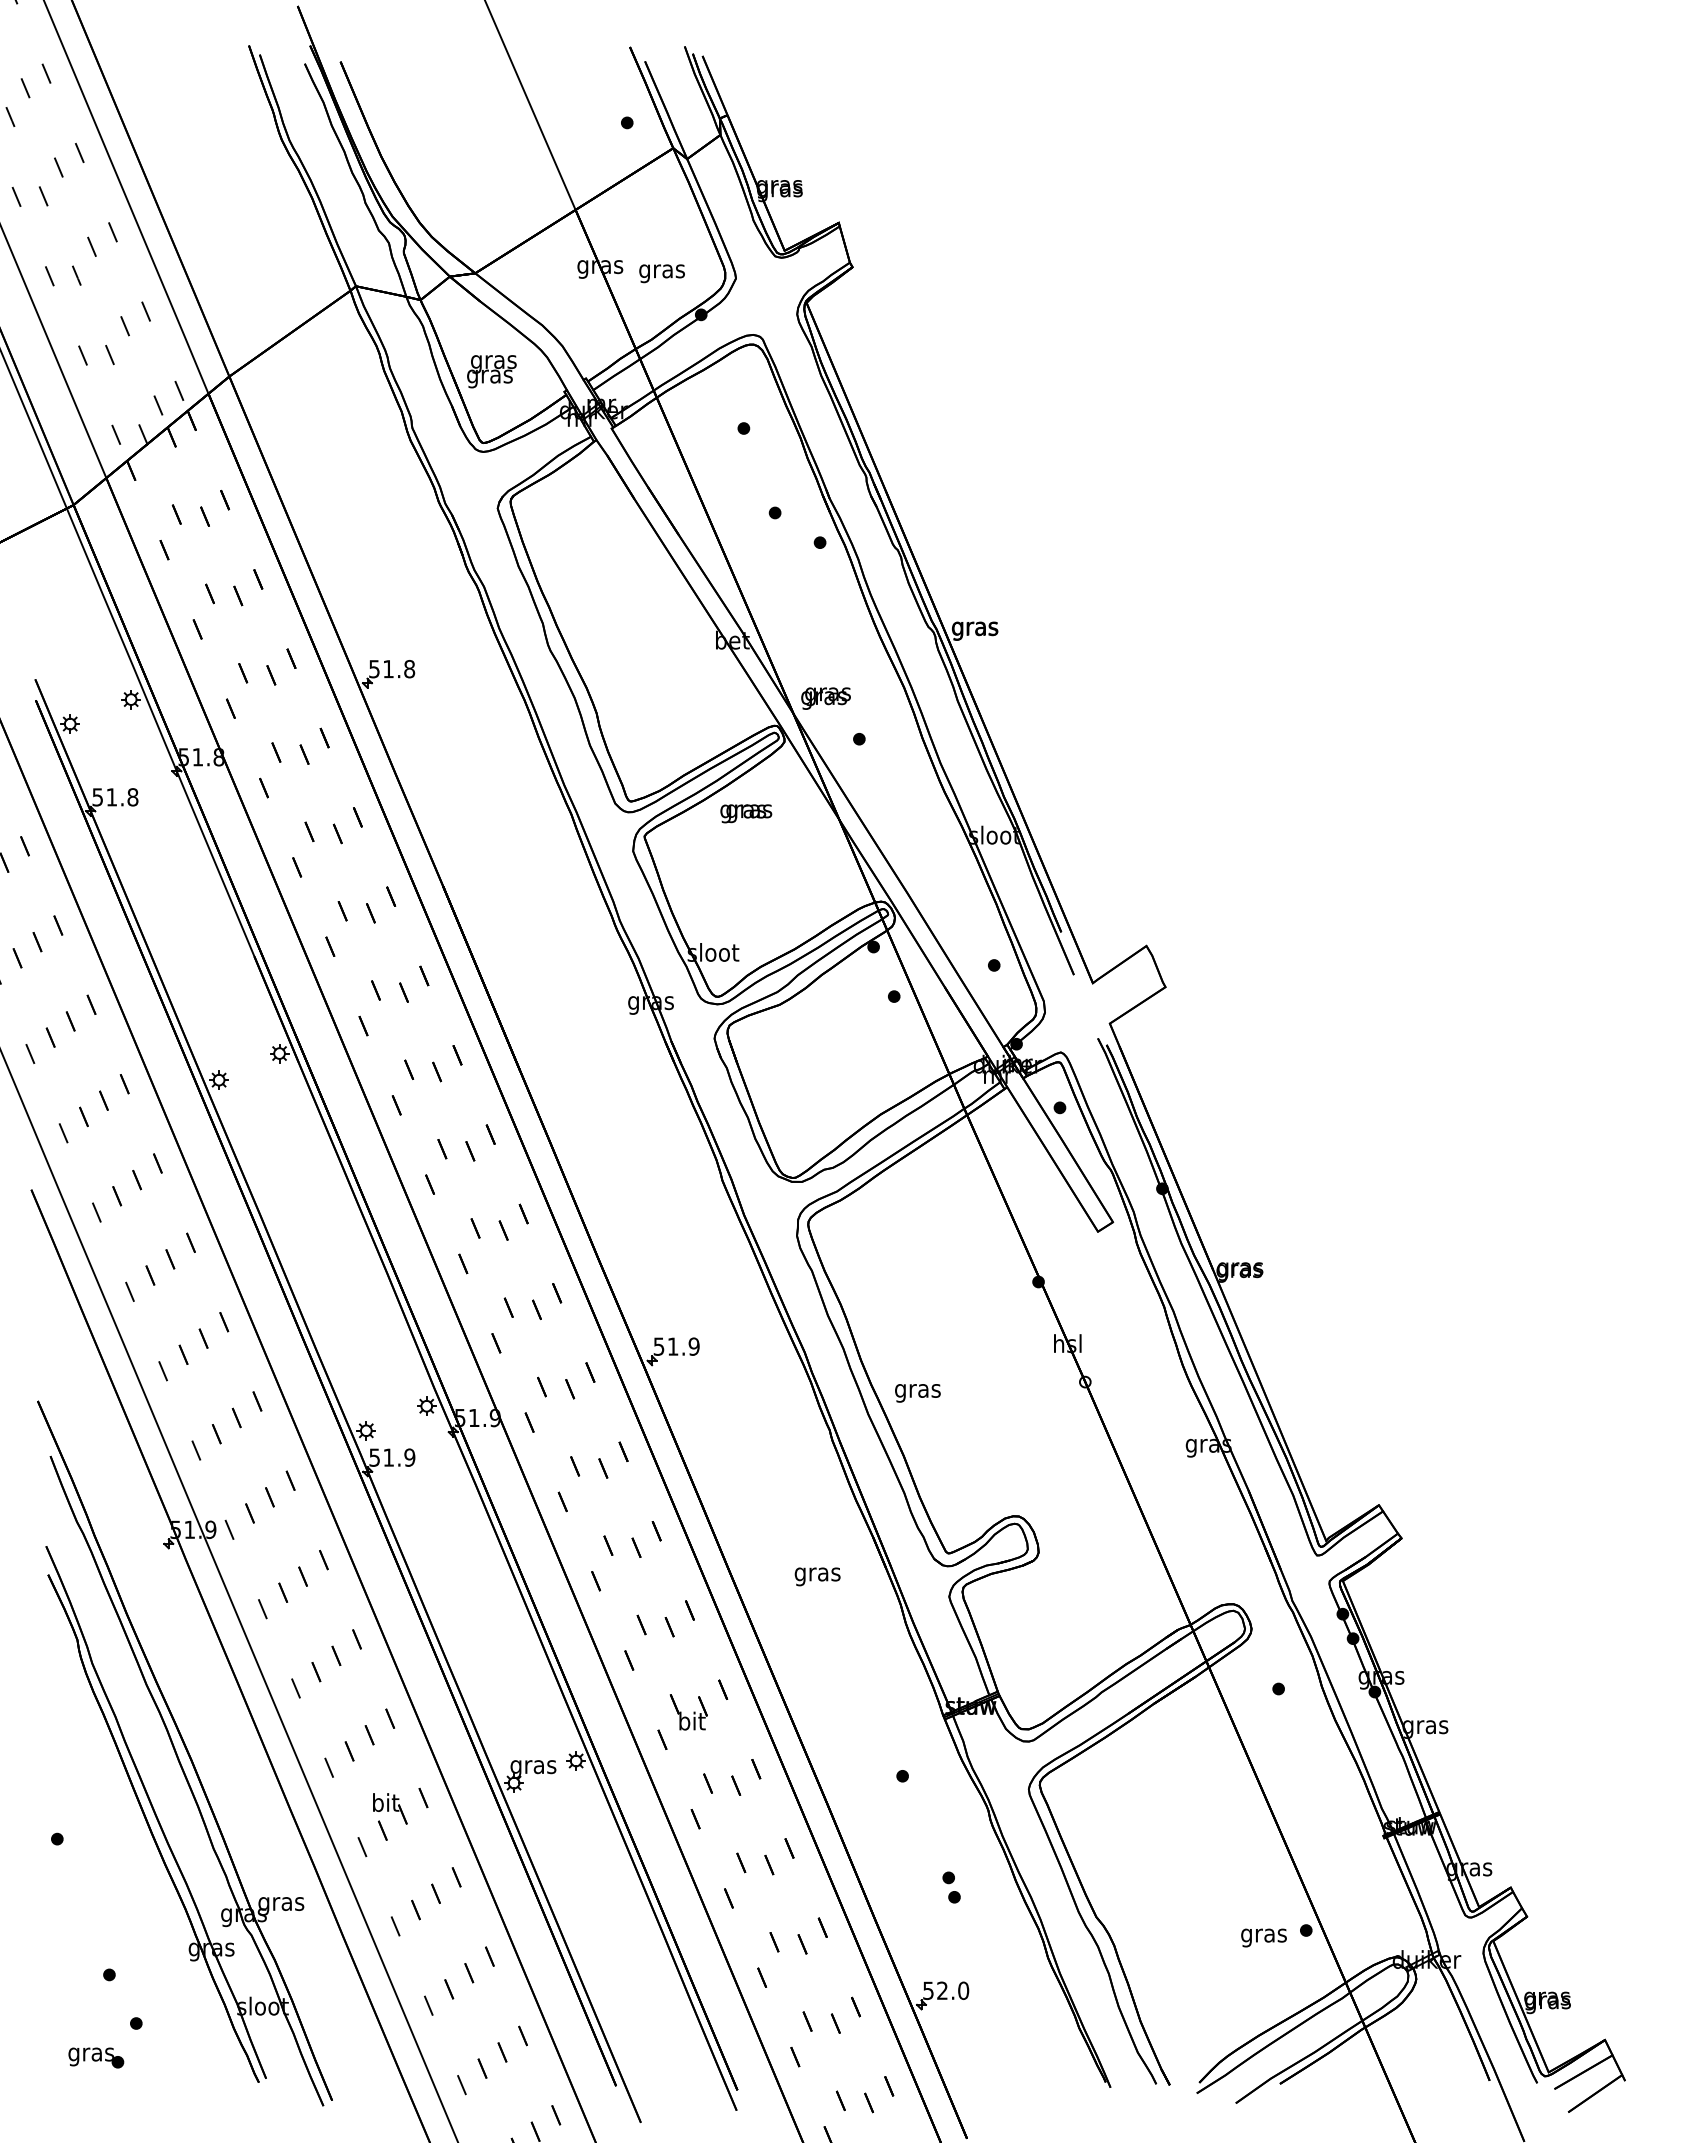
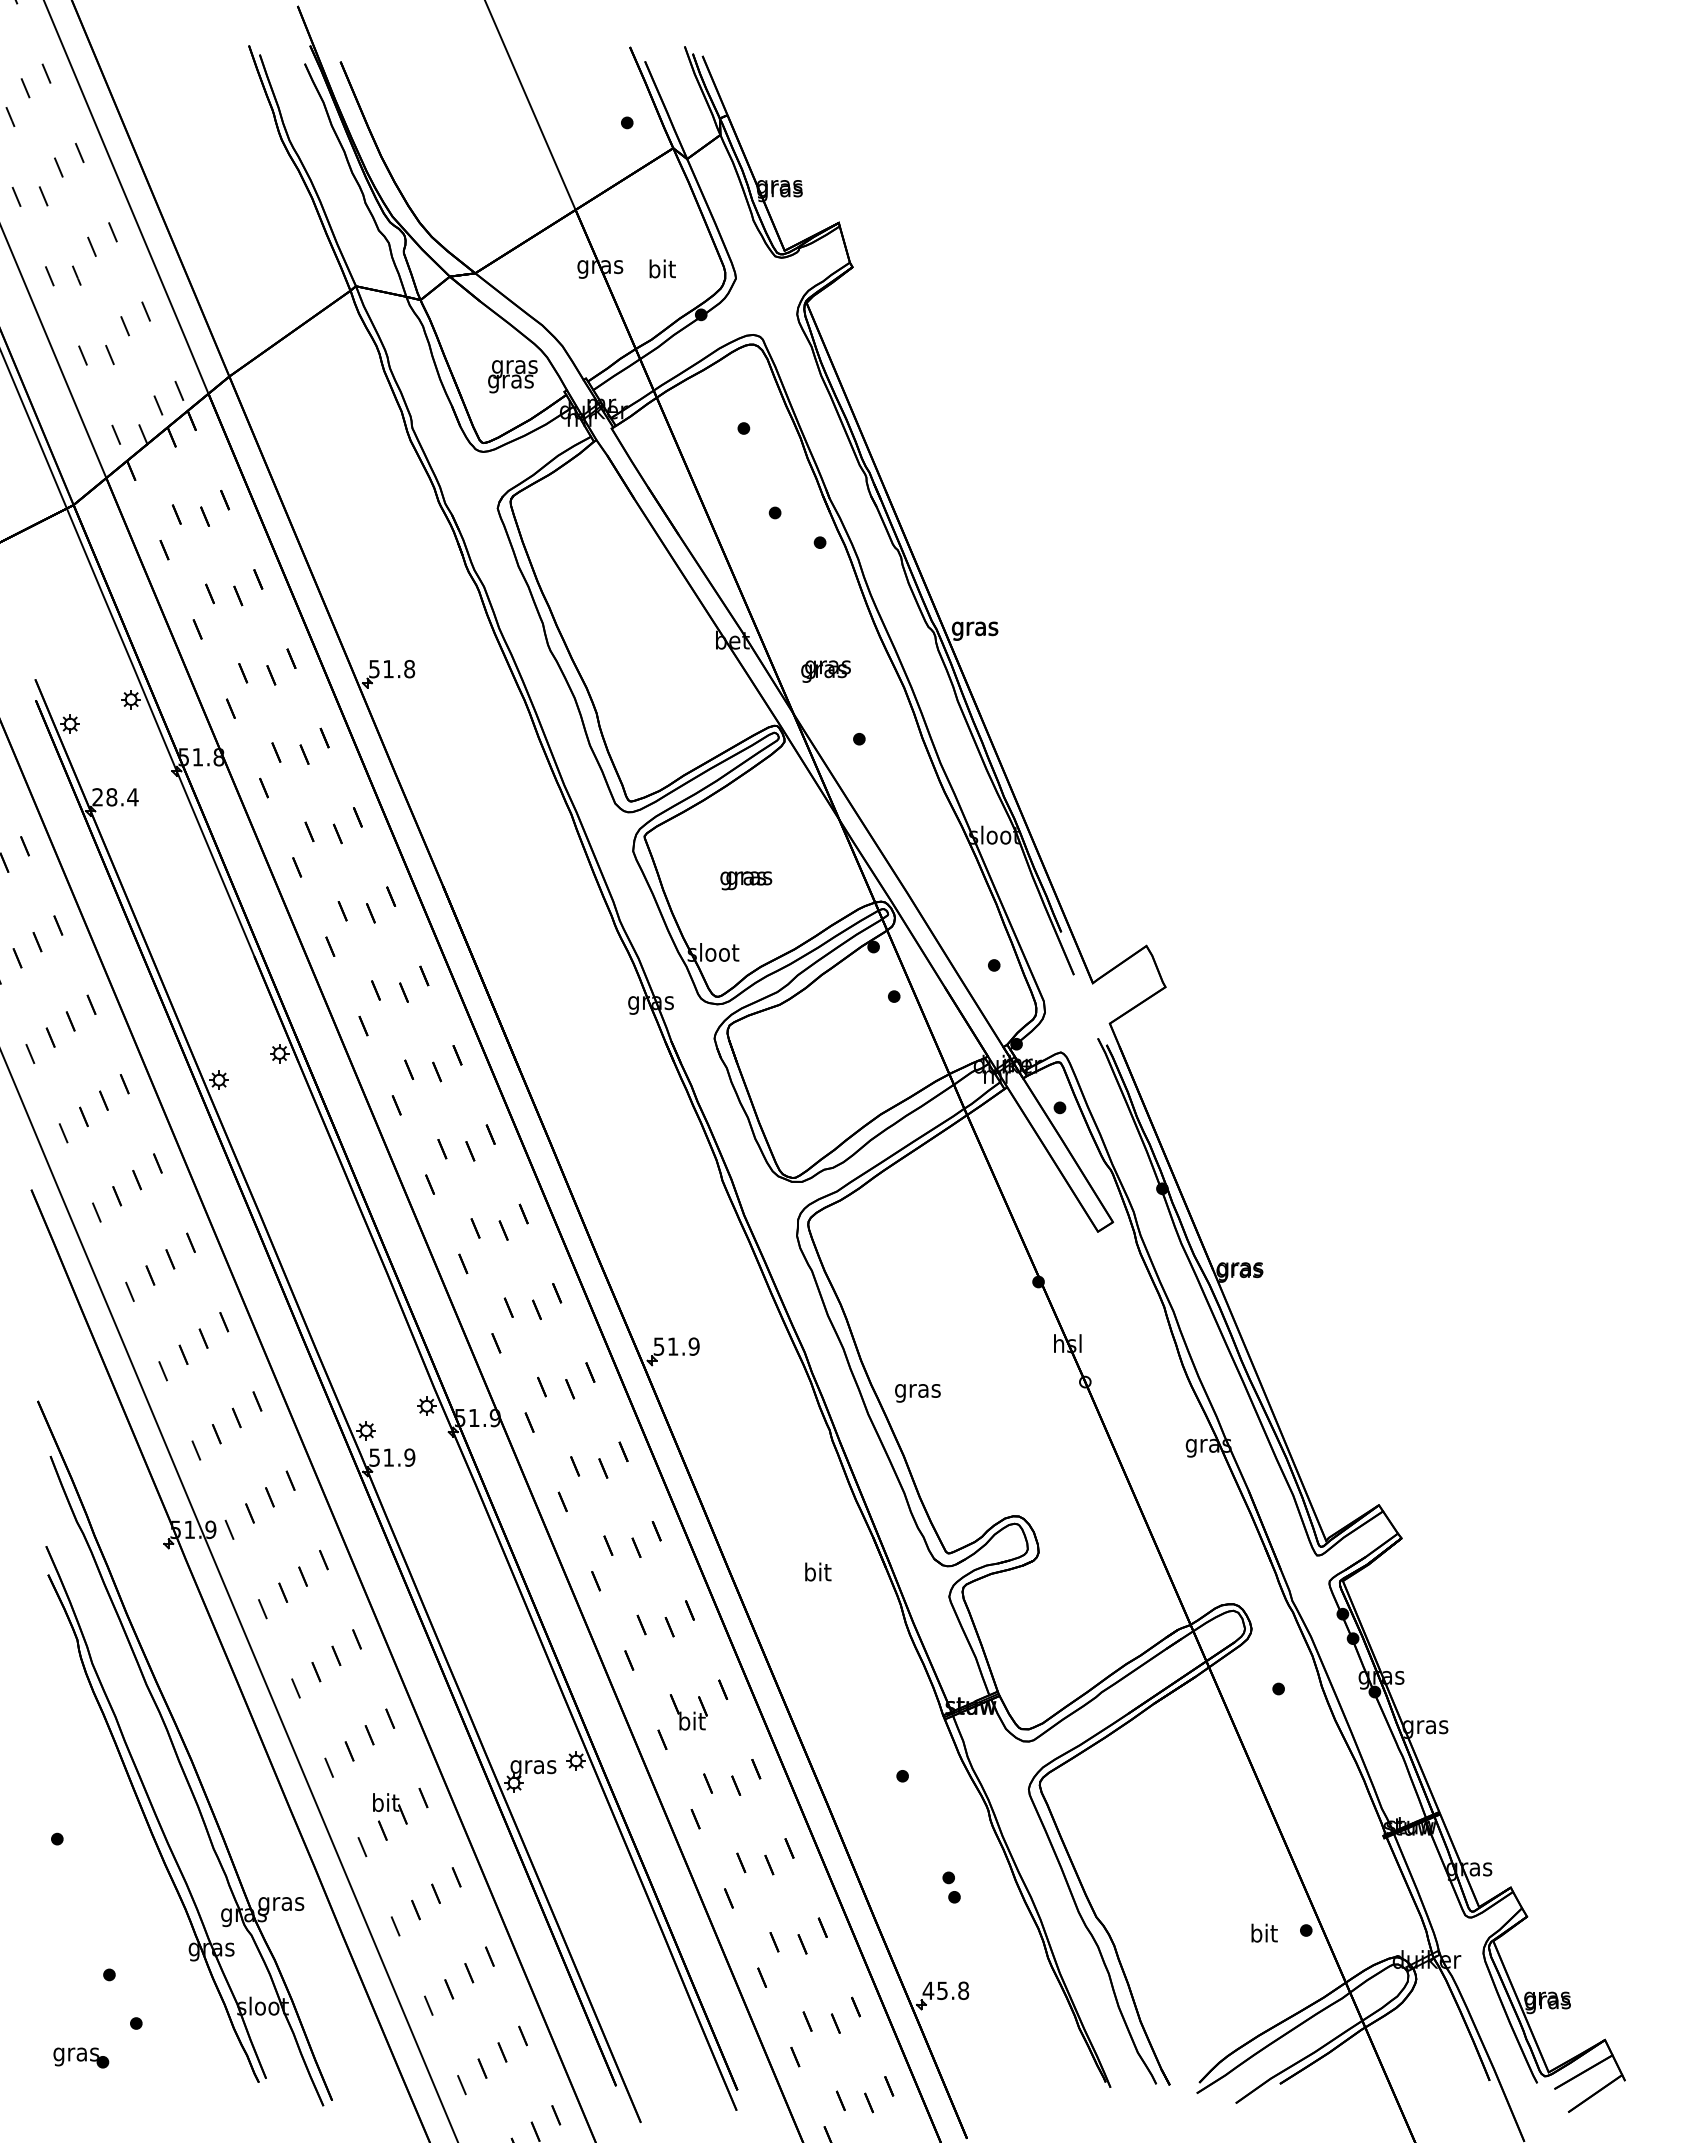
text at (661, 271): gras -> bit
text at (491, 371) position: (491, 371) -> (512, 376)
text at (825, 698) position: (825, 698) -> (825, 671)
text at (115, 797): 51.8 -> 28.4
text at (746, 813) position: (746, 813) -> (746, 880)
text at (817, 1574): gras -> bit
text at (1263, 1935): gras -> bit
text at (945, 1990): 52.0 -> 45.8
part at (96, 2057) position: (96, 2057) -> (81, 2057)
